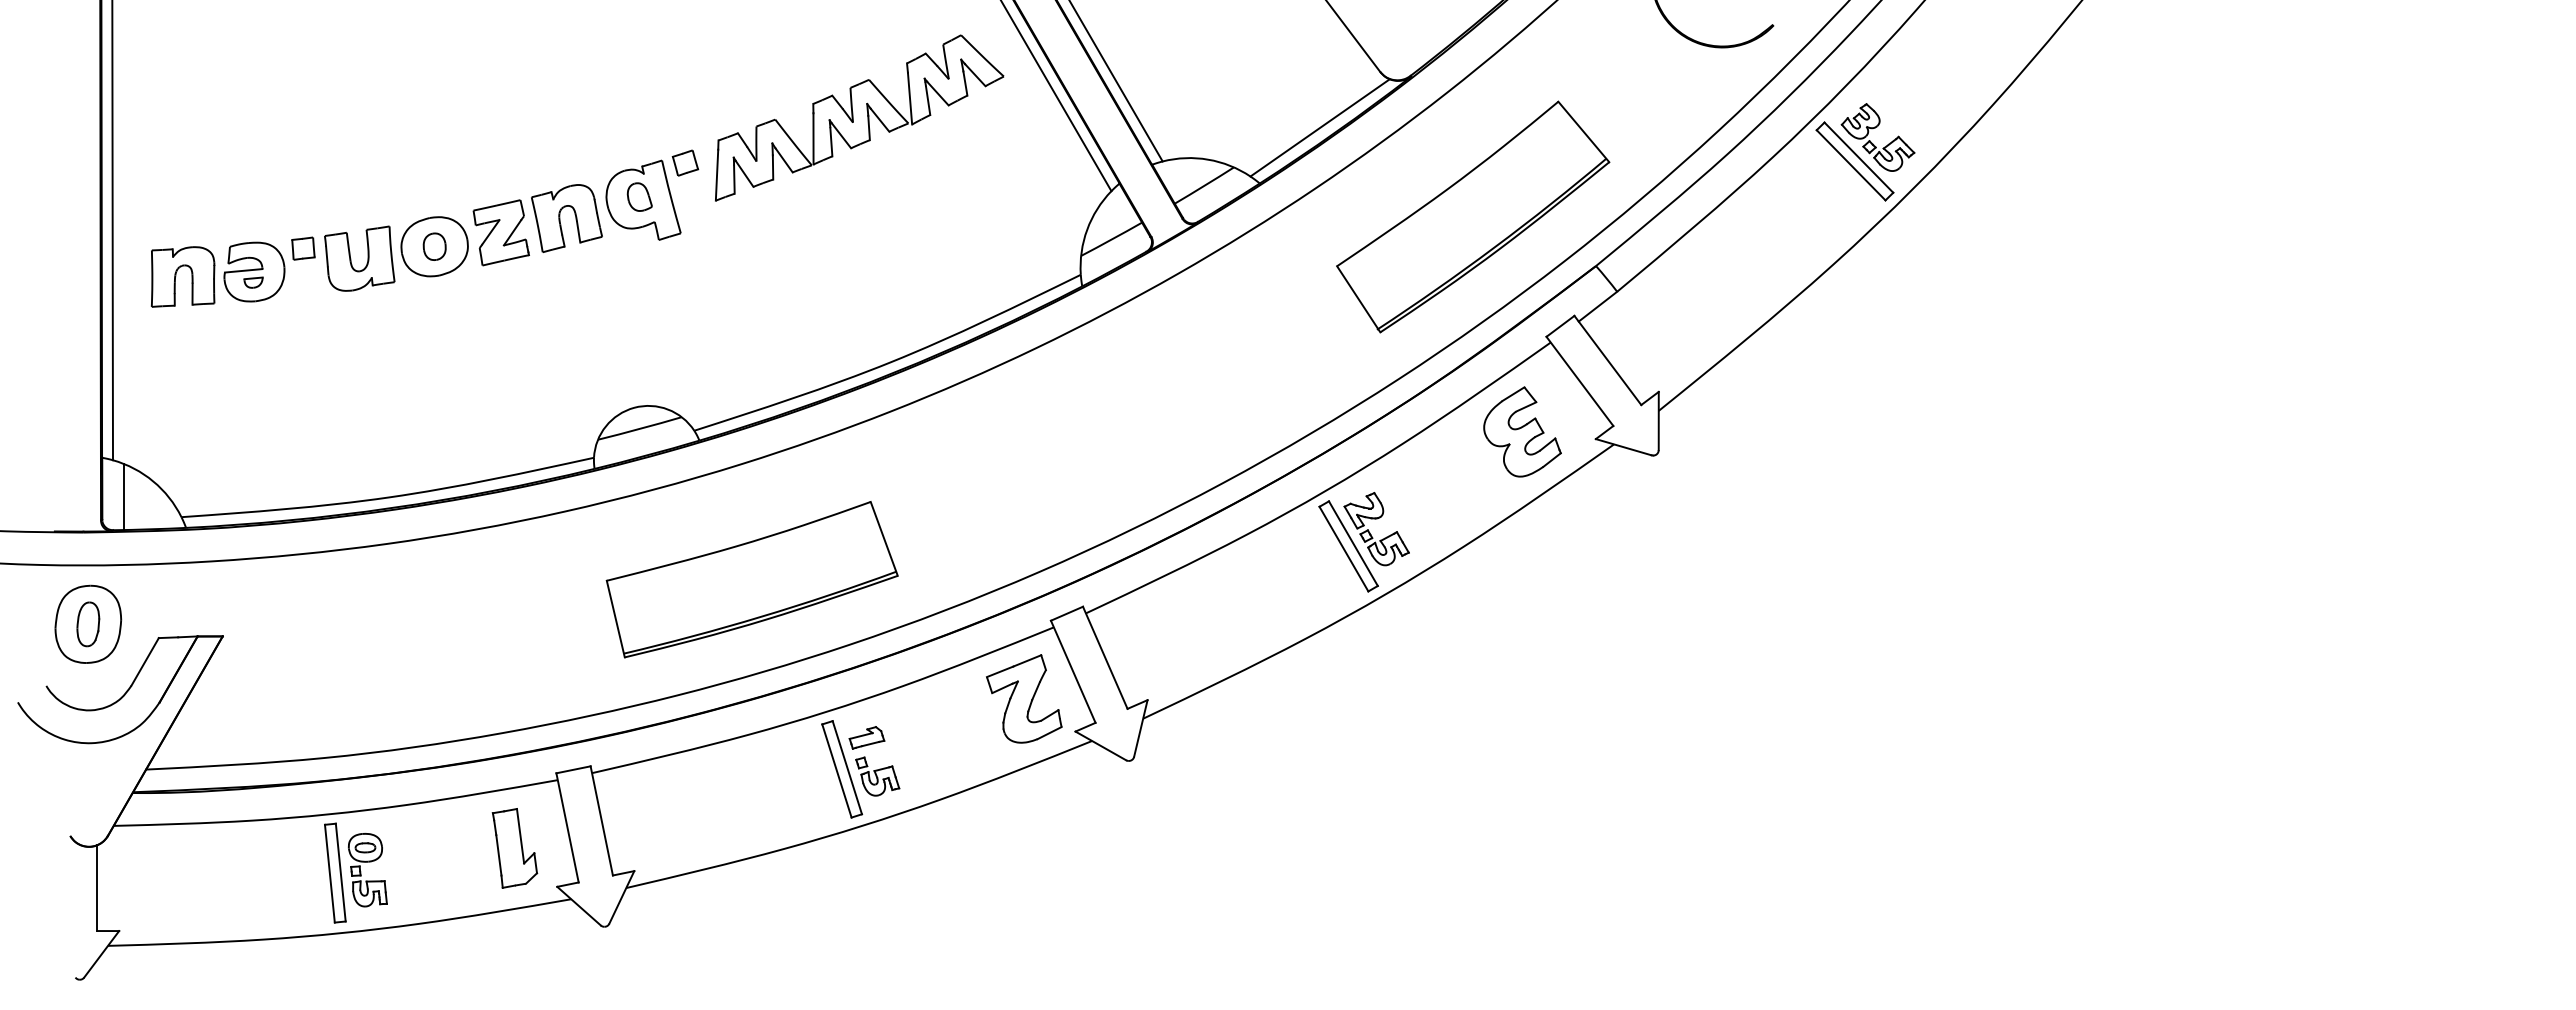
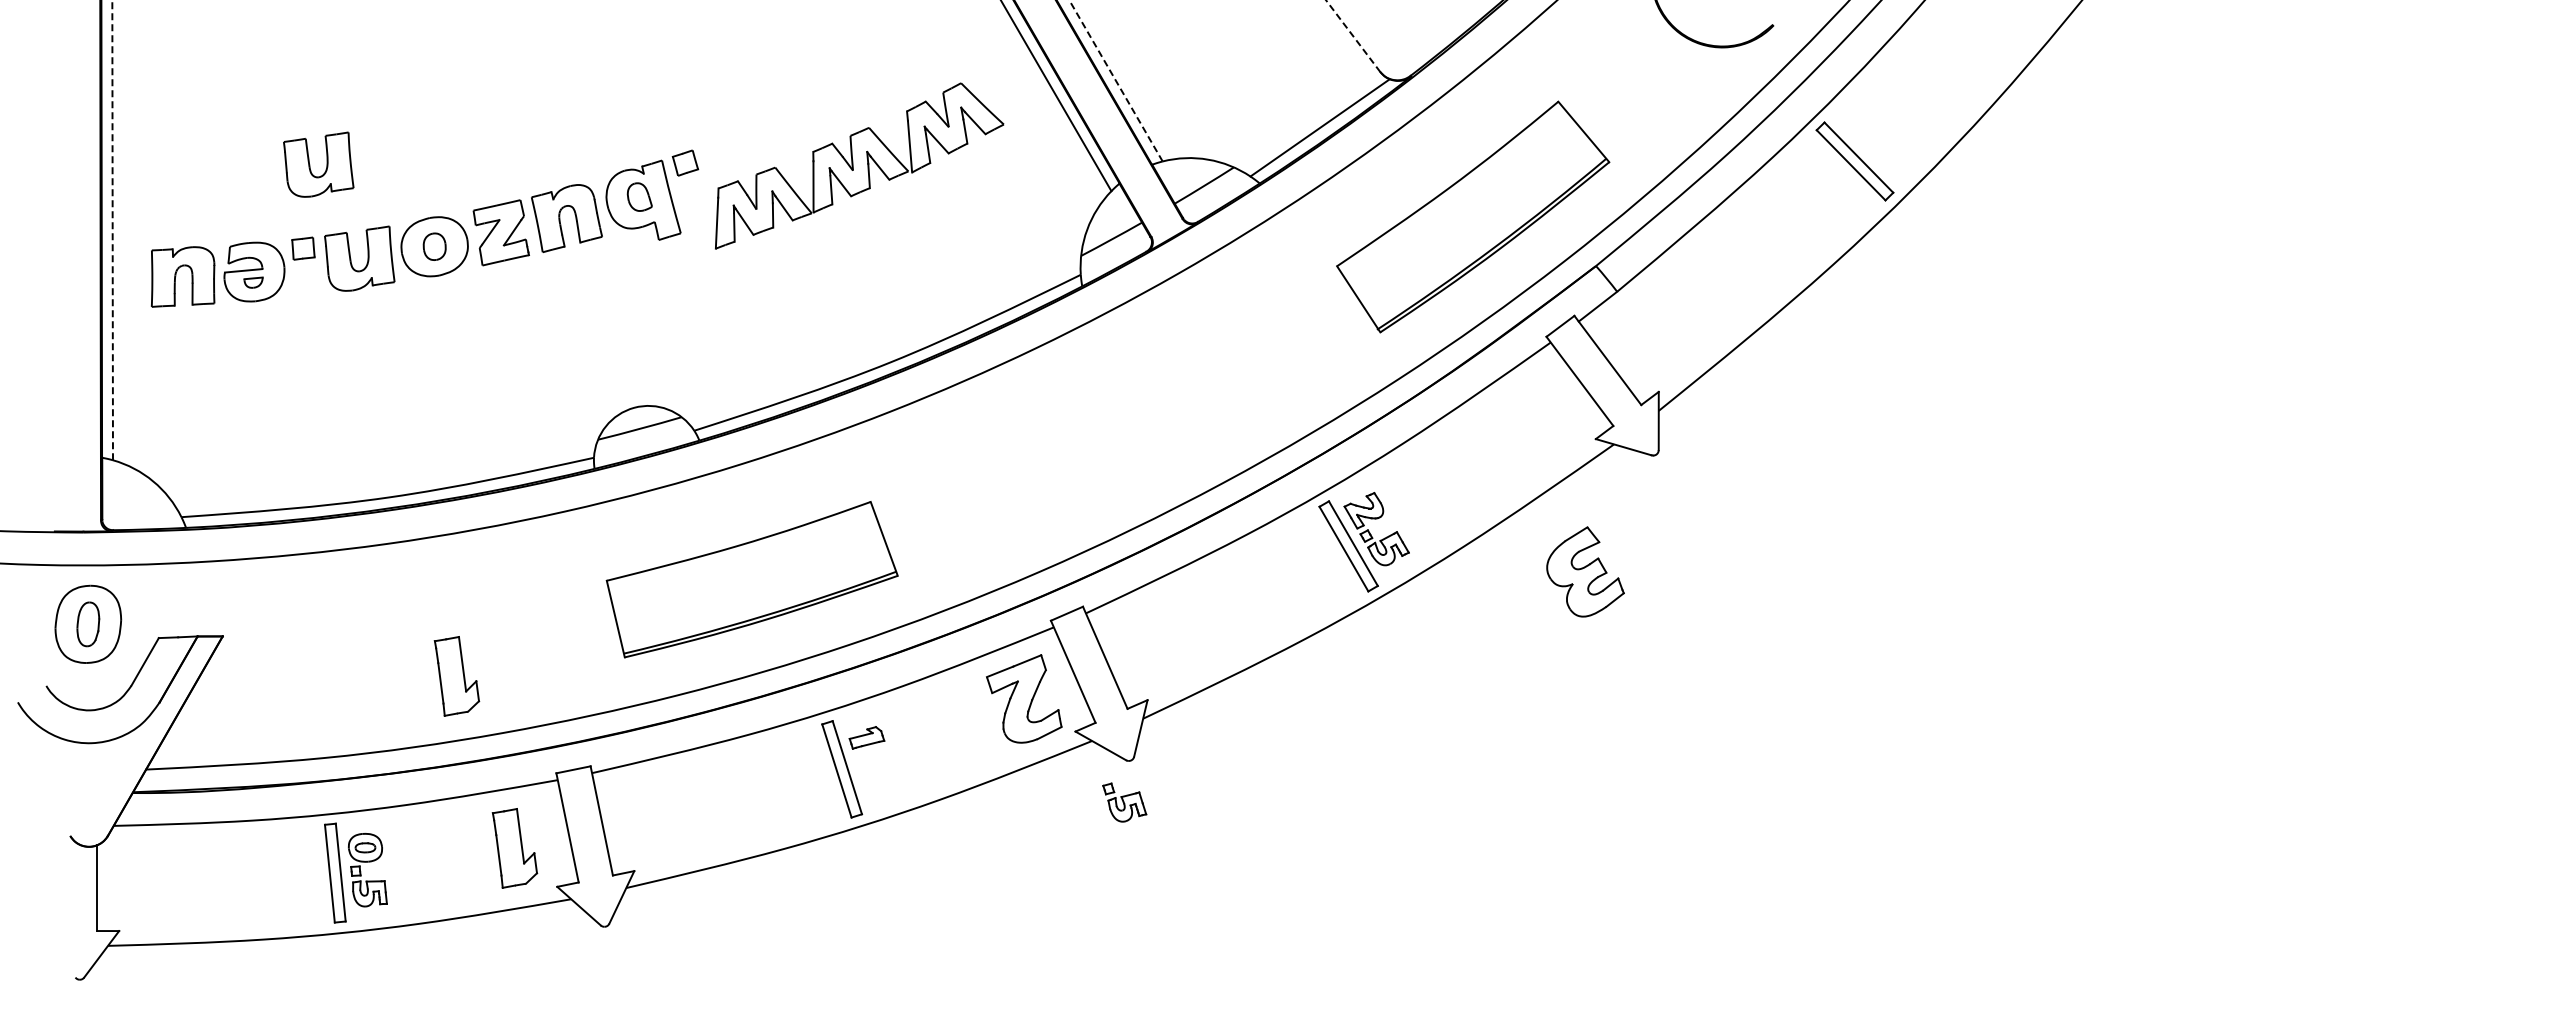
line at (1353, 36): solid -> dashed
line at (1116, 81): solid -> dashed
part at (859, 117) position: (859, 117) -> (859, 165)
part at (1872, 142): present -> none
part at (310, 164): none -> present
line at (112, 230): solid -> dashed
part at (1522, 431) position: (1522, 431) -> (1585, 571)
line at (124, 497): present -> none
part at (456, 676): none -> present
part at (877, 776) position: (877, 776) -> (1124, 802)
